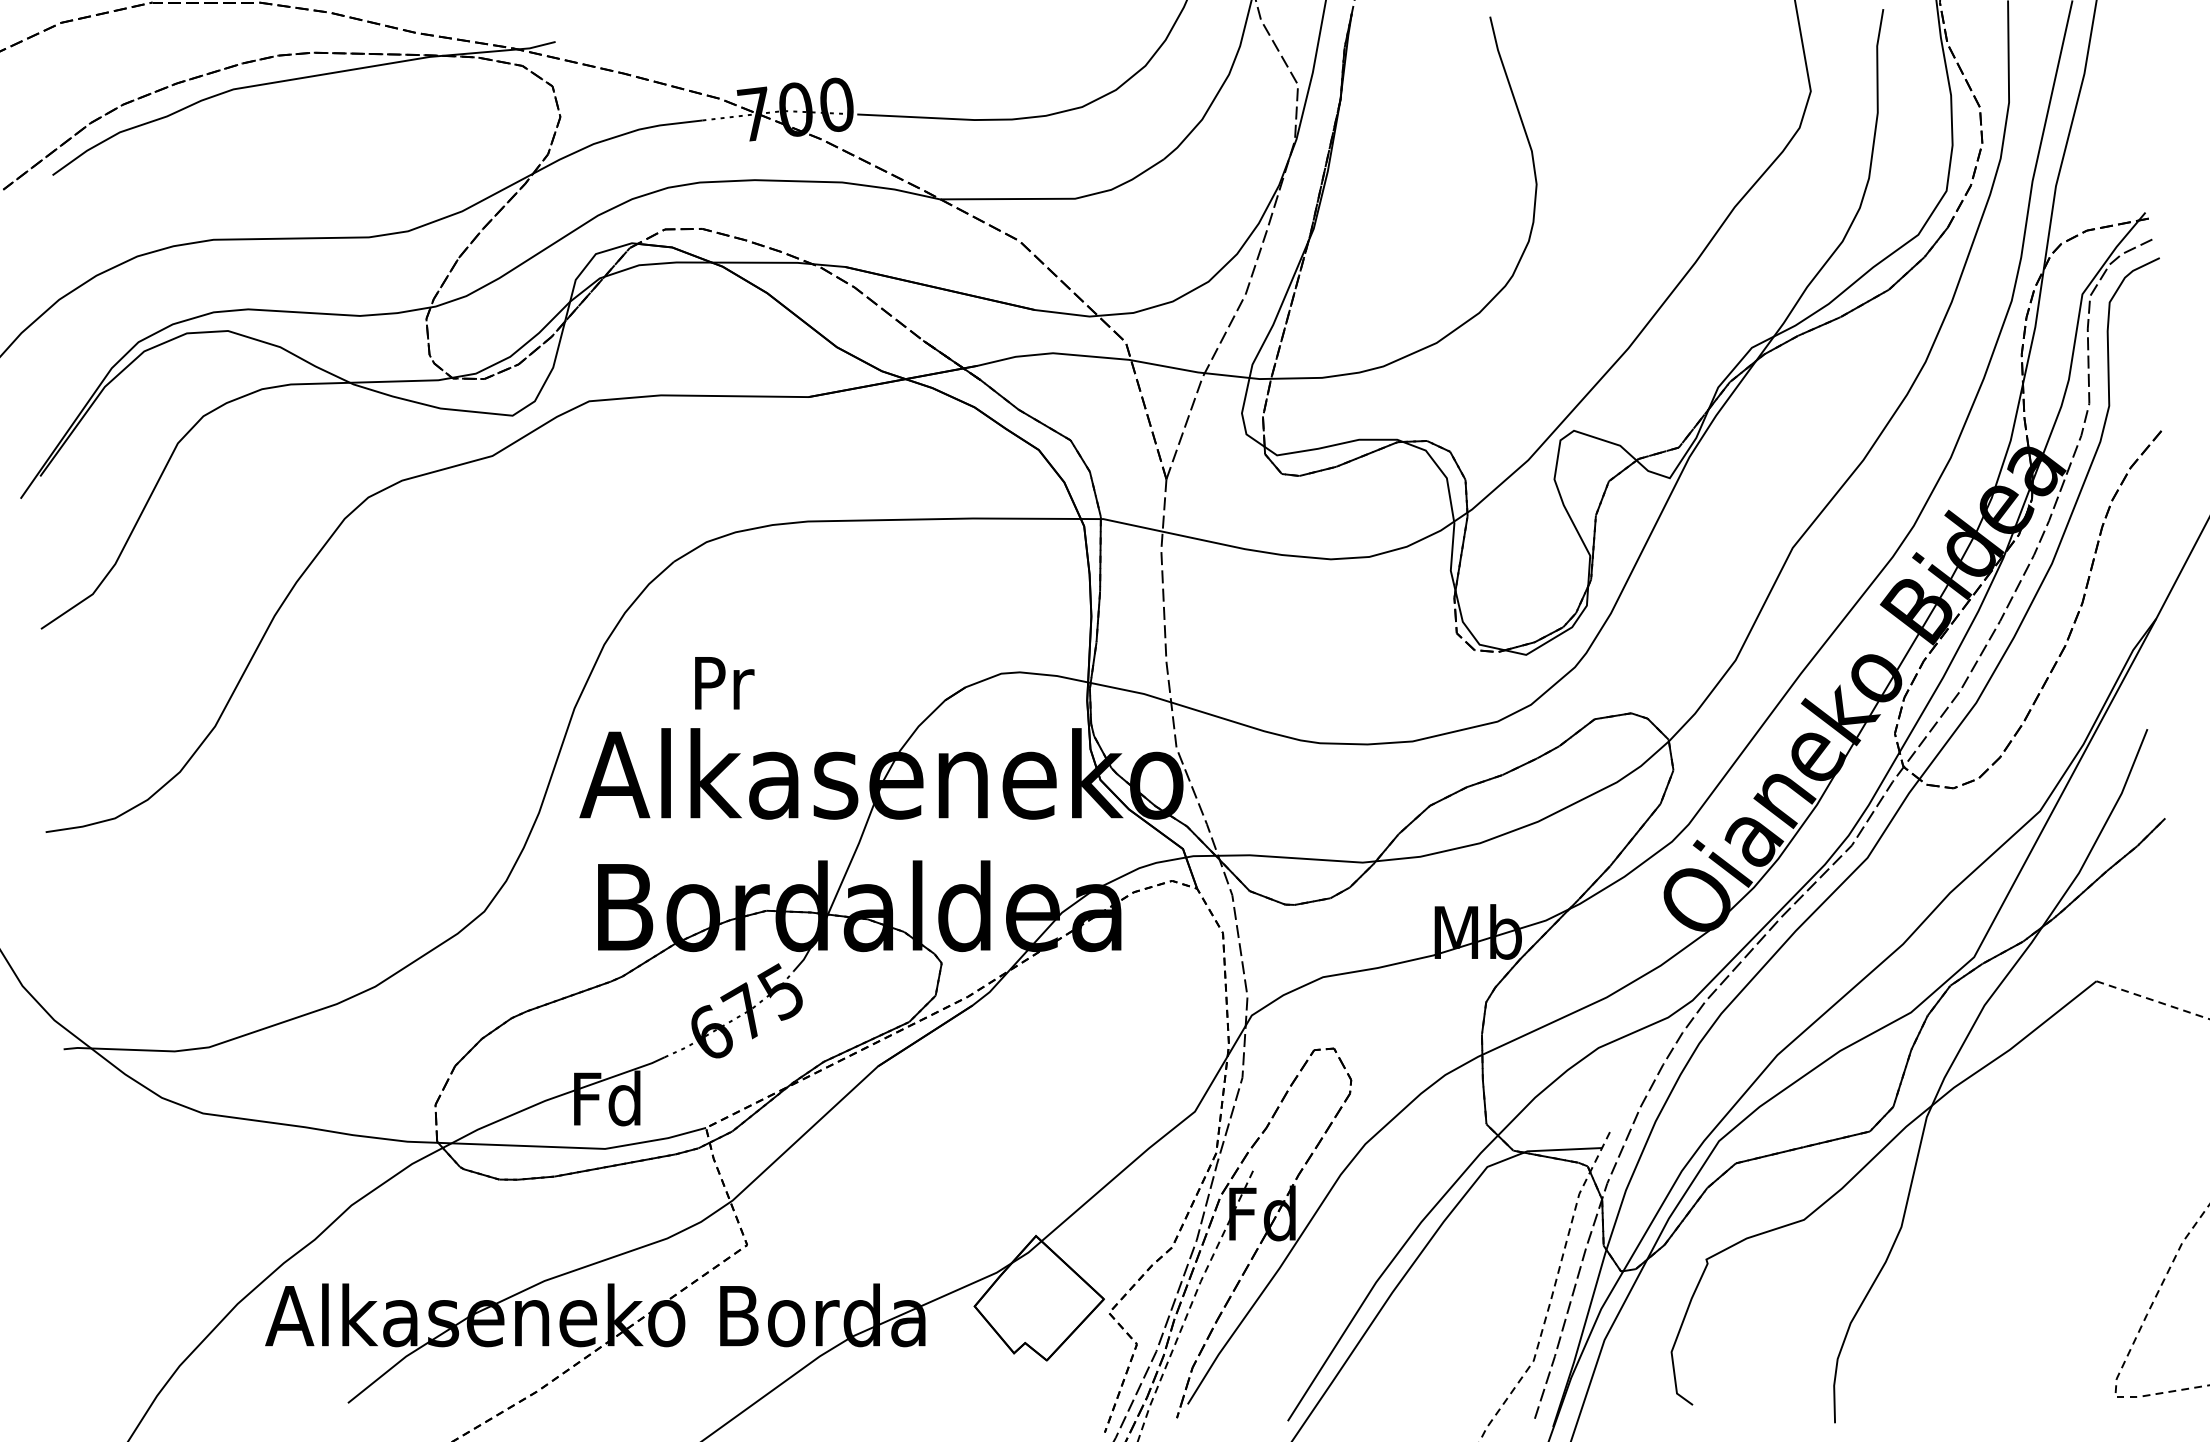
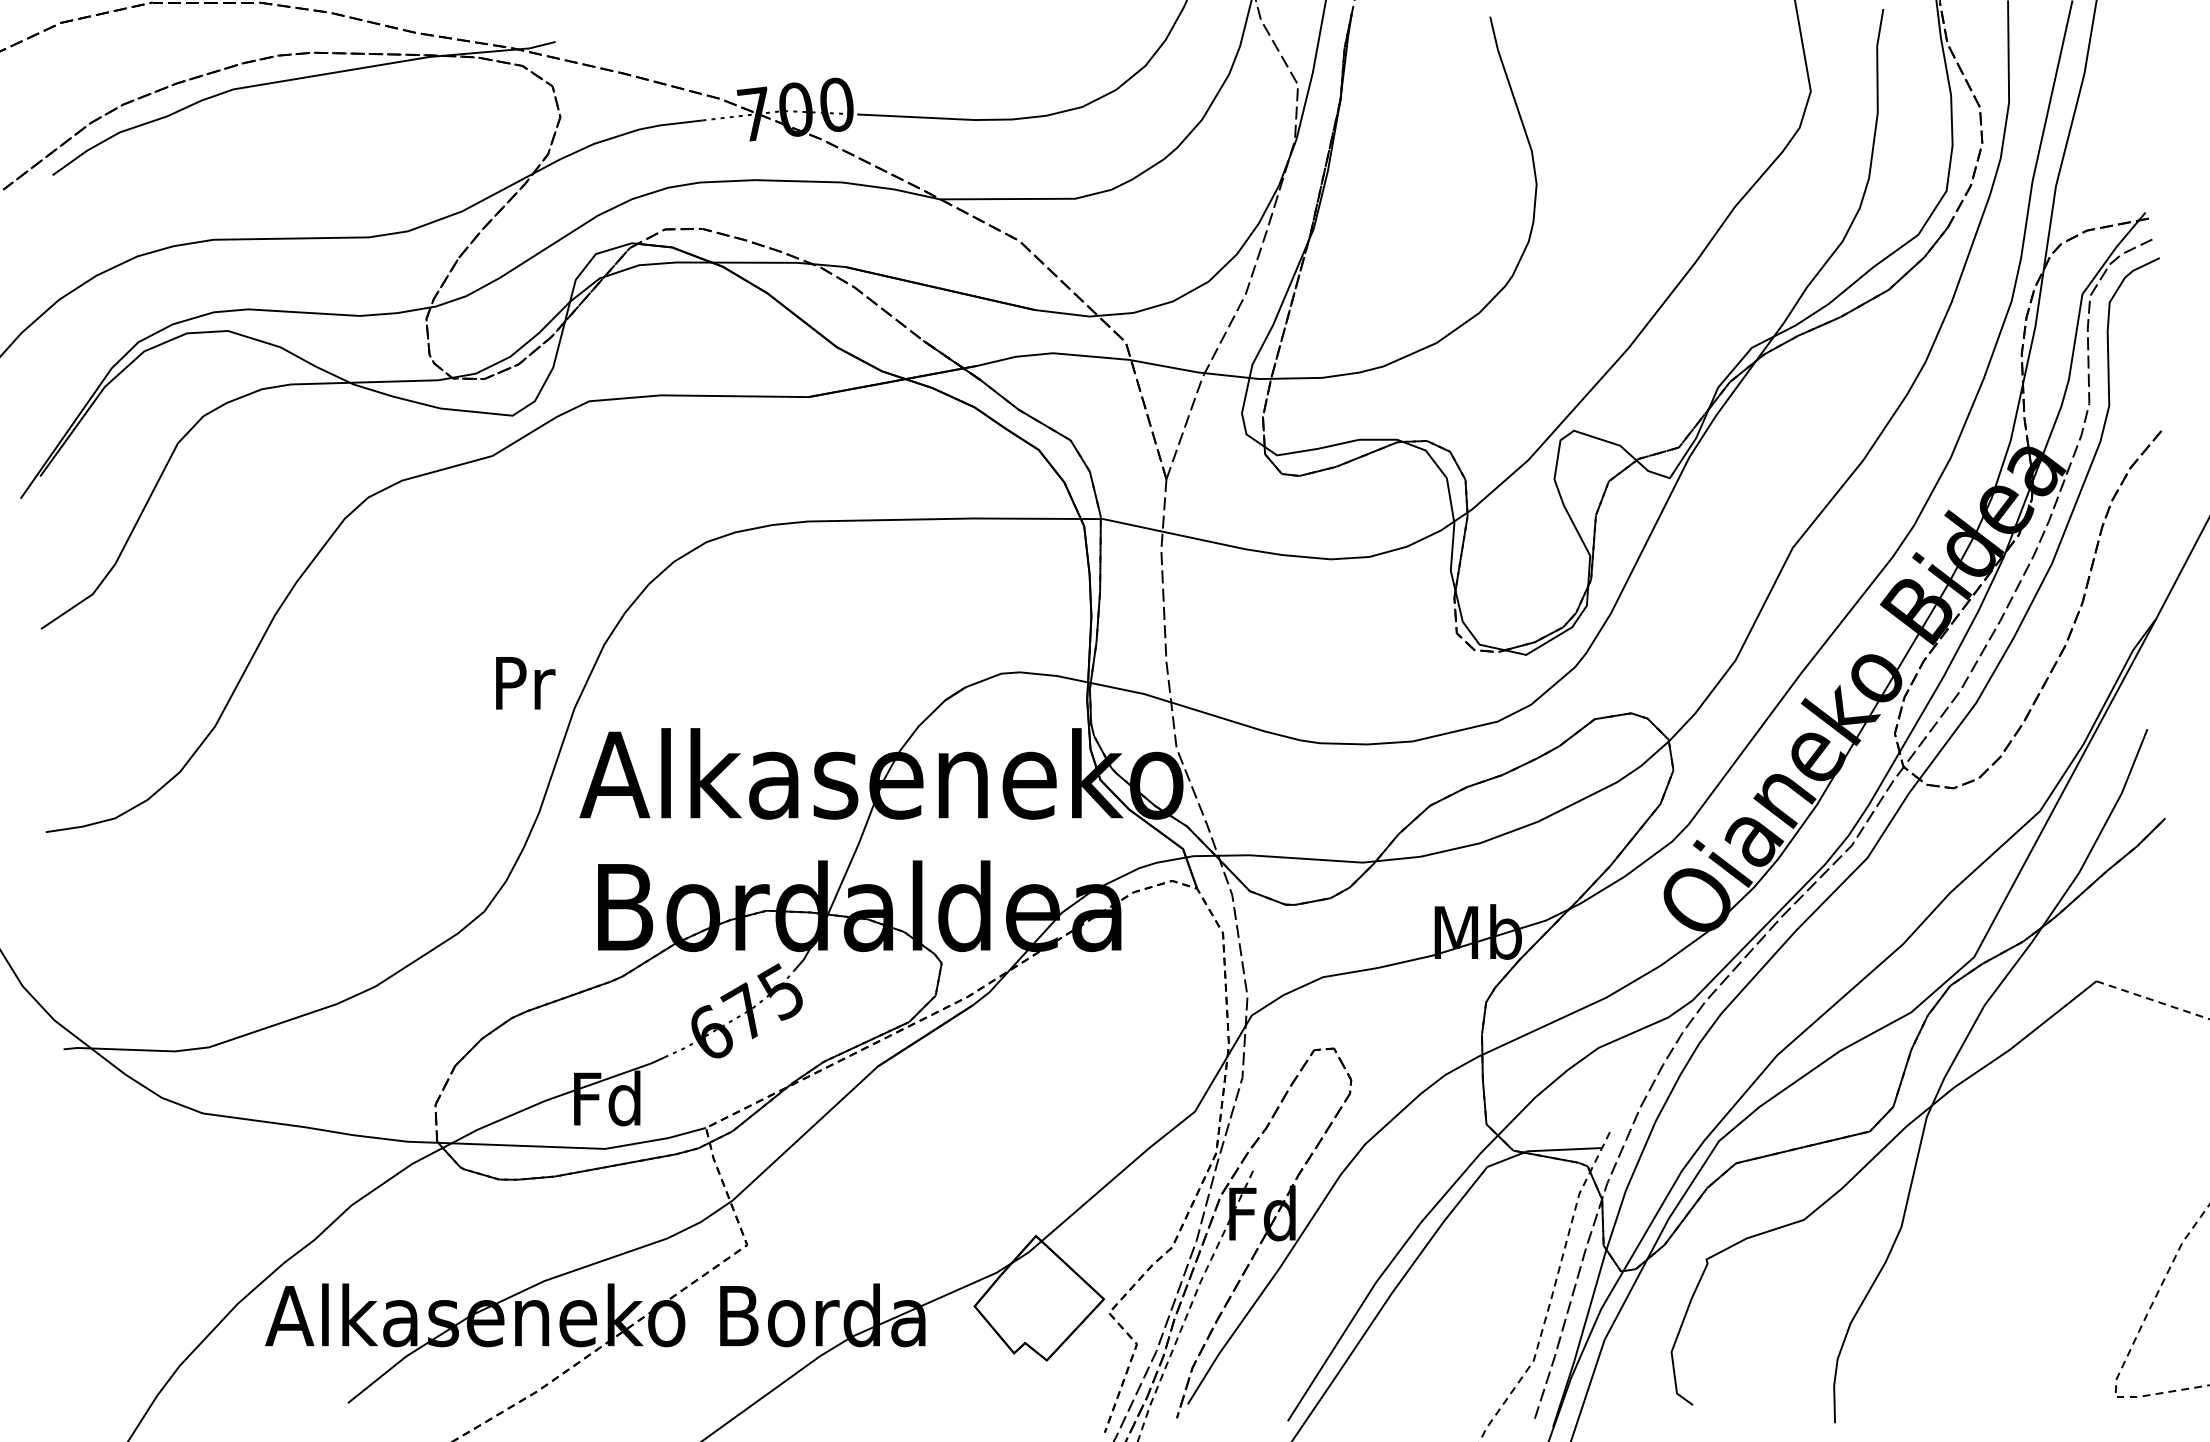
text at (724, 683) position: (724, 683) -> (525, 683)
